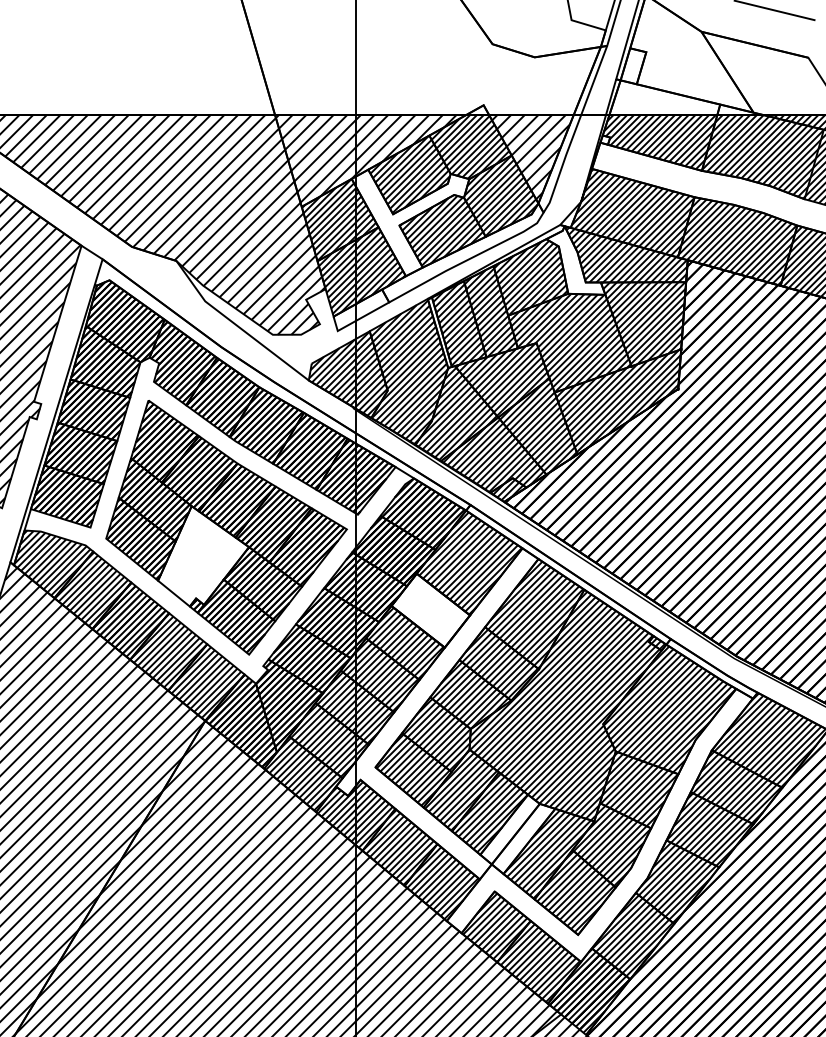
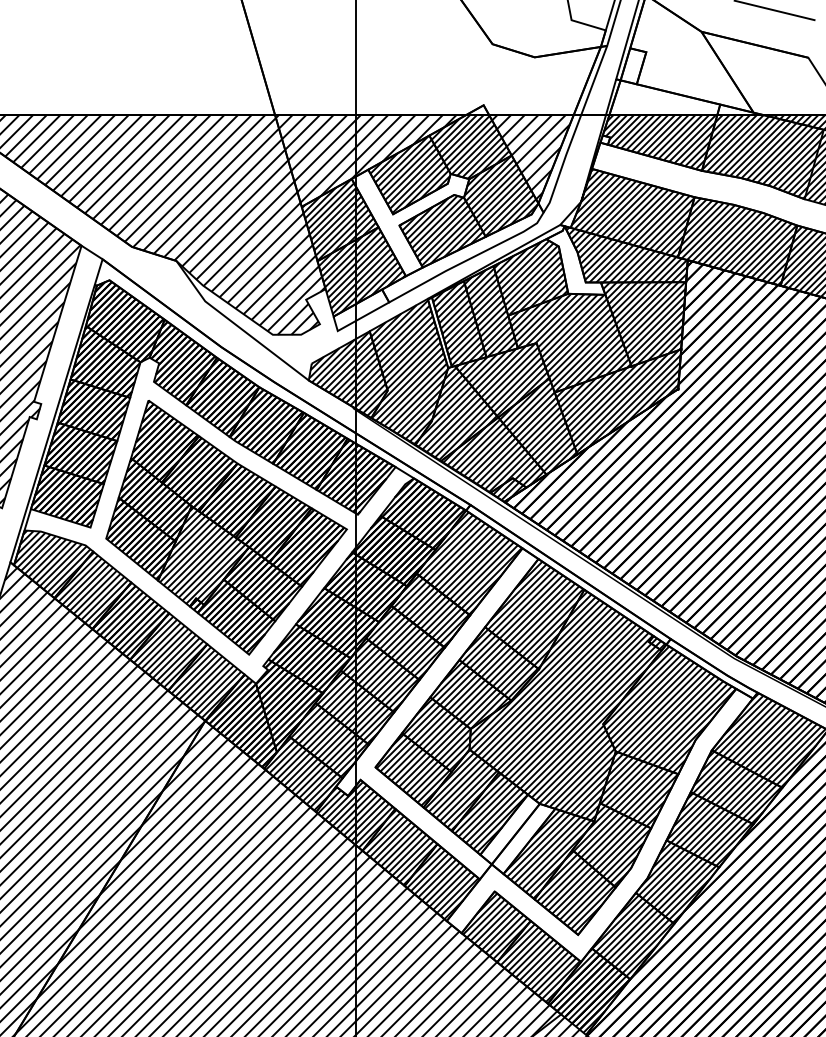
hatch at (202, 555): none -> present
hatch at (431, 610): none -> present
